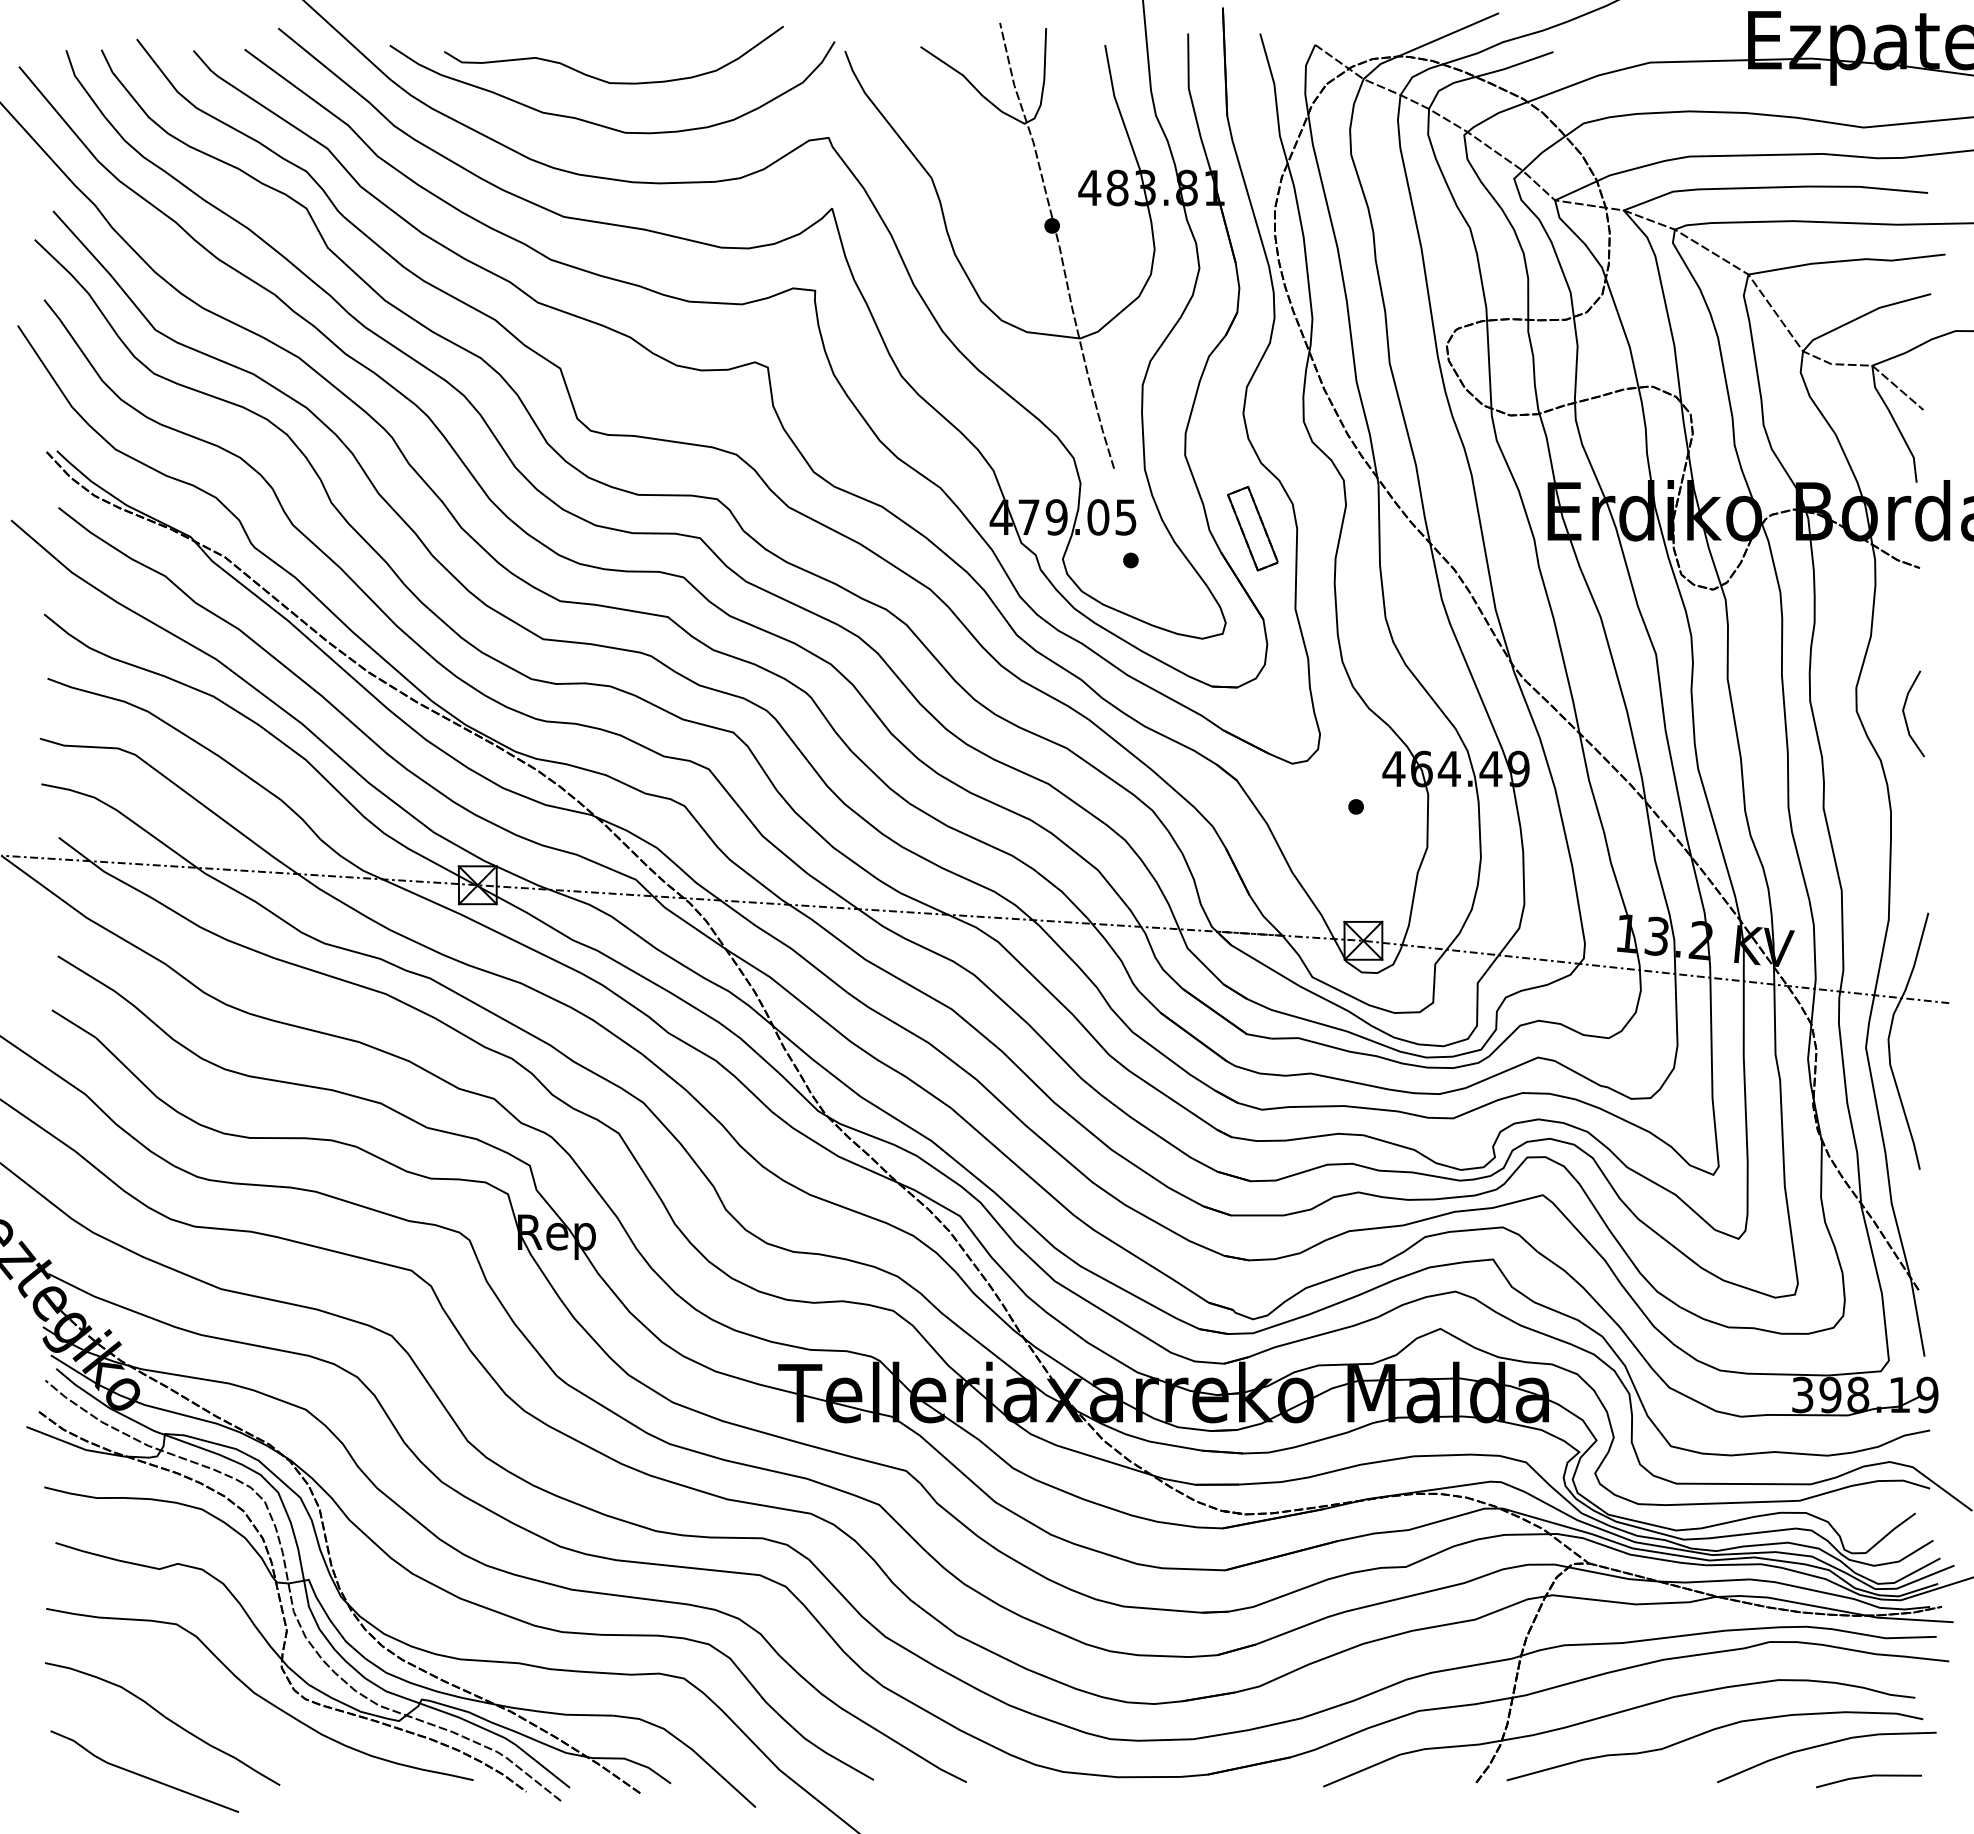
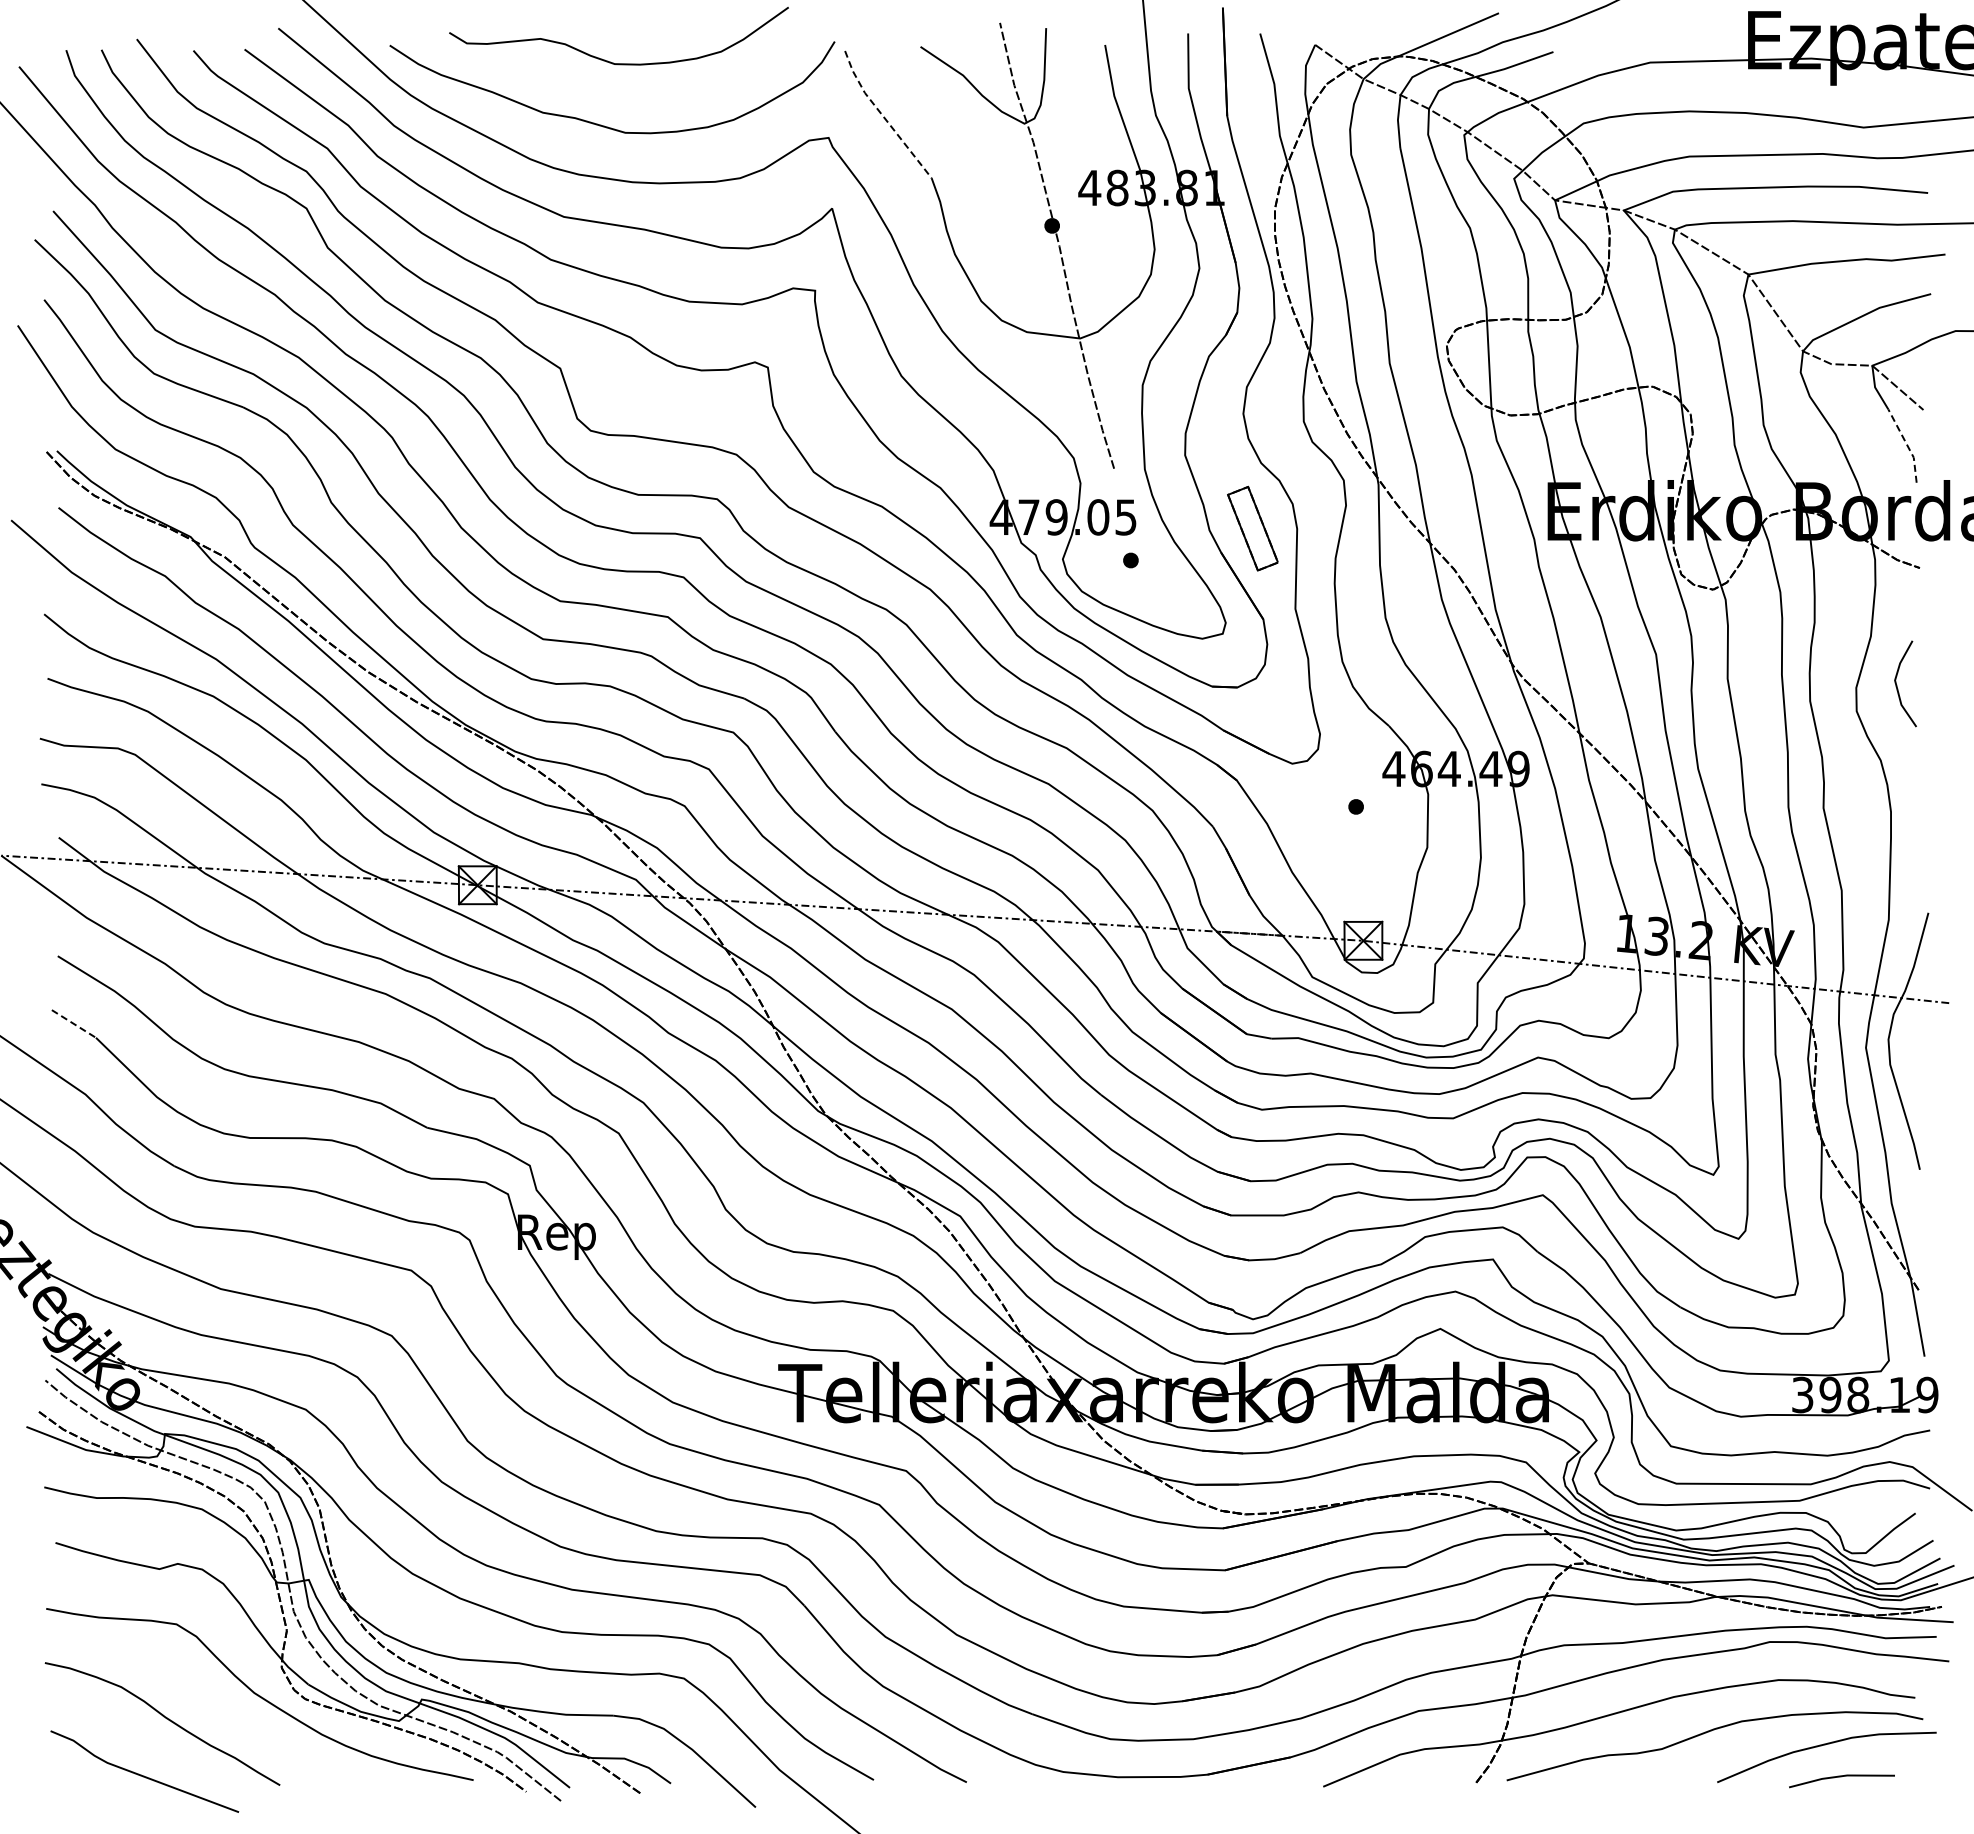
curve at (605, 80) position: (605, 80) -> (610, 61)
line at (883, 116): solid -> dashed
line at (1907, 445): solid -> dashed
line at (1905, 715) position: (1905, 715) -> (1897, 685)
line at (74, 1024): solid -> dashed
line at (1868, 1777) position: (1868, 1777) -> (1841, 1777)
